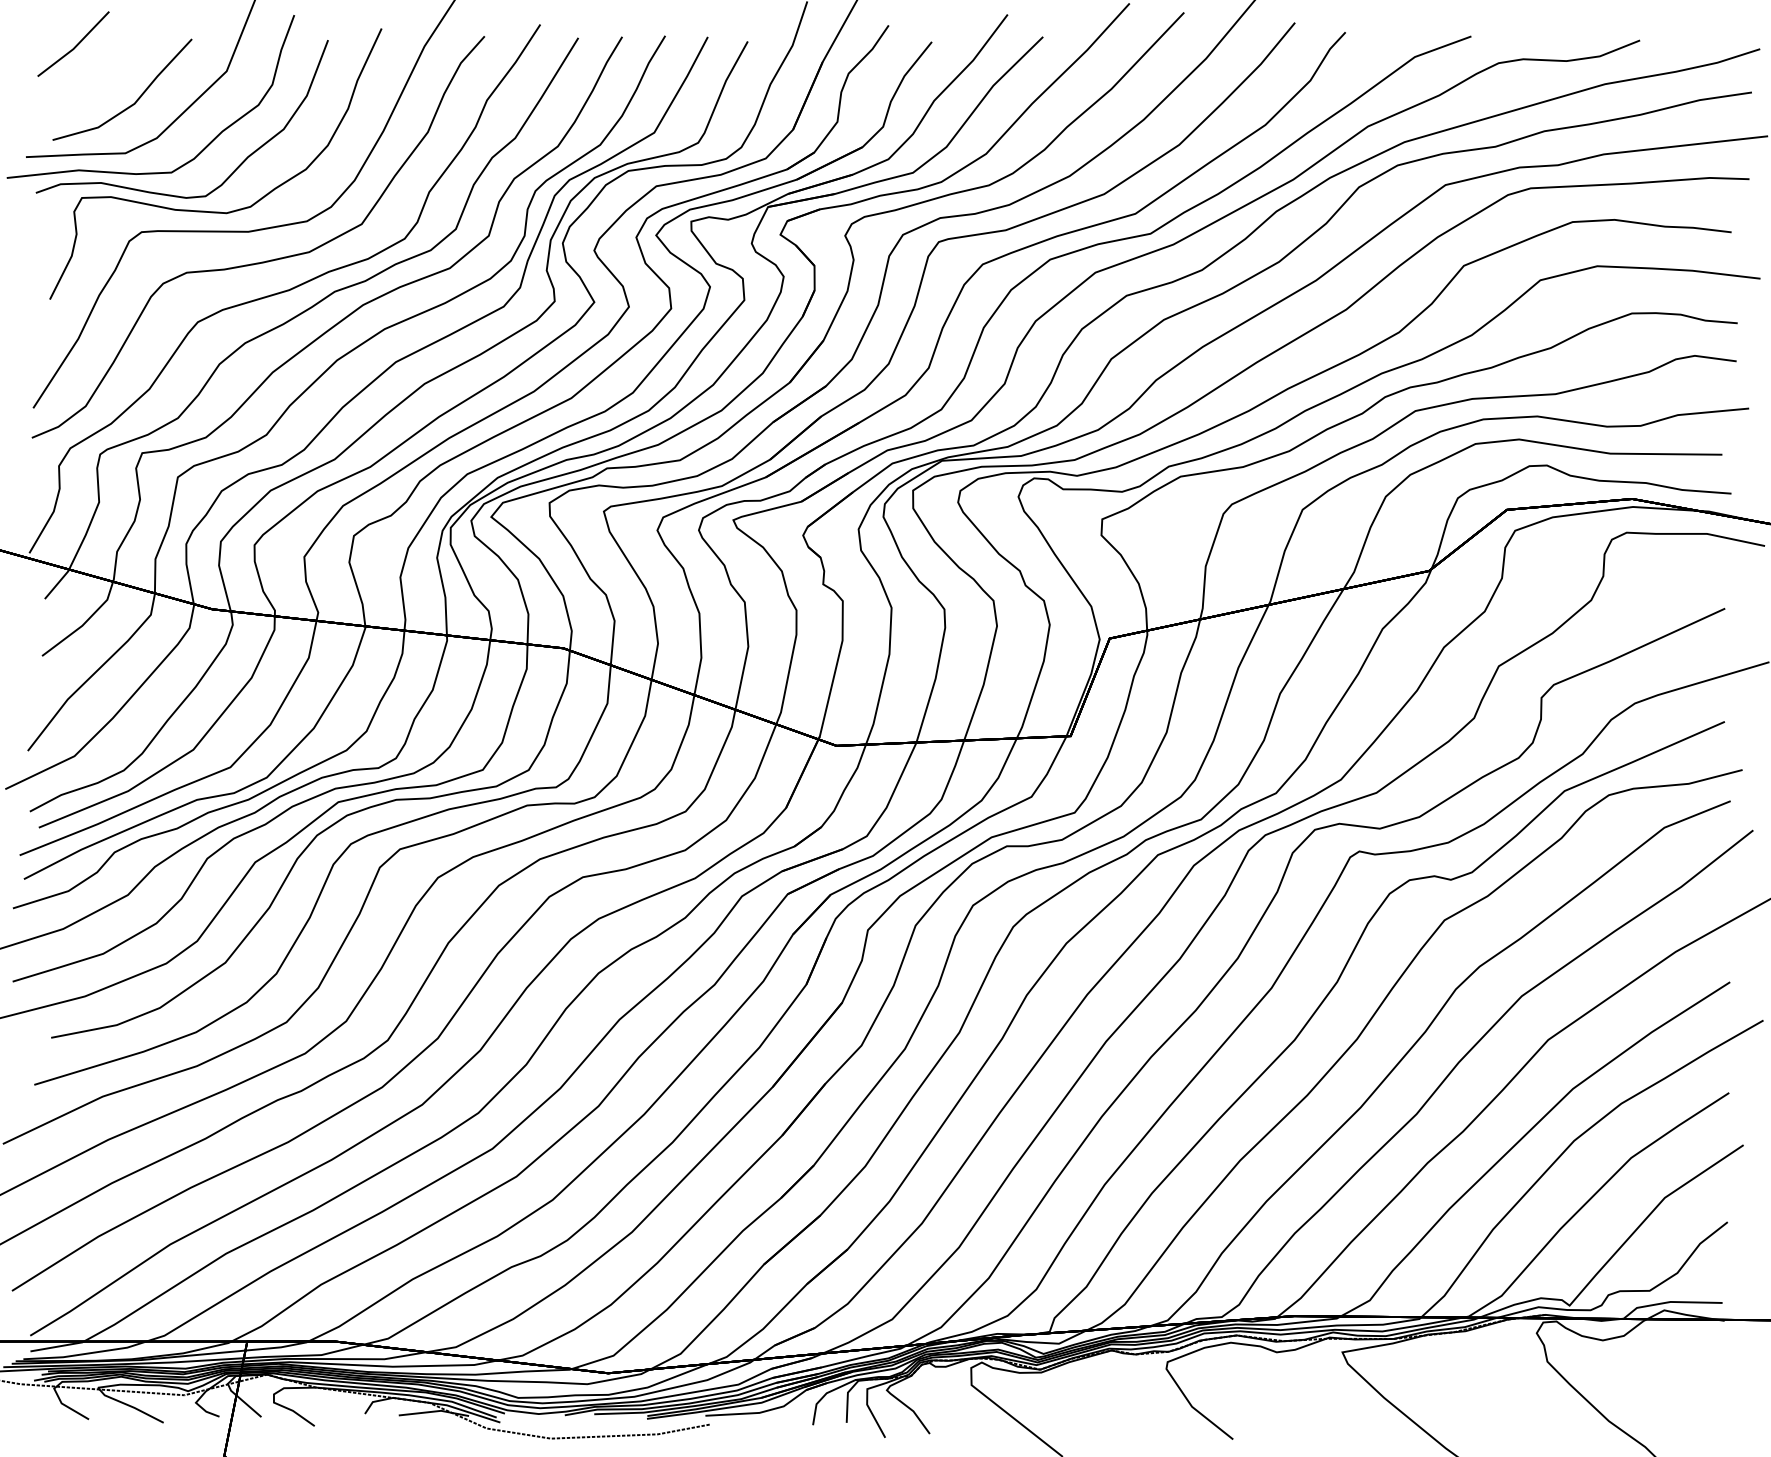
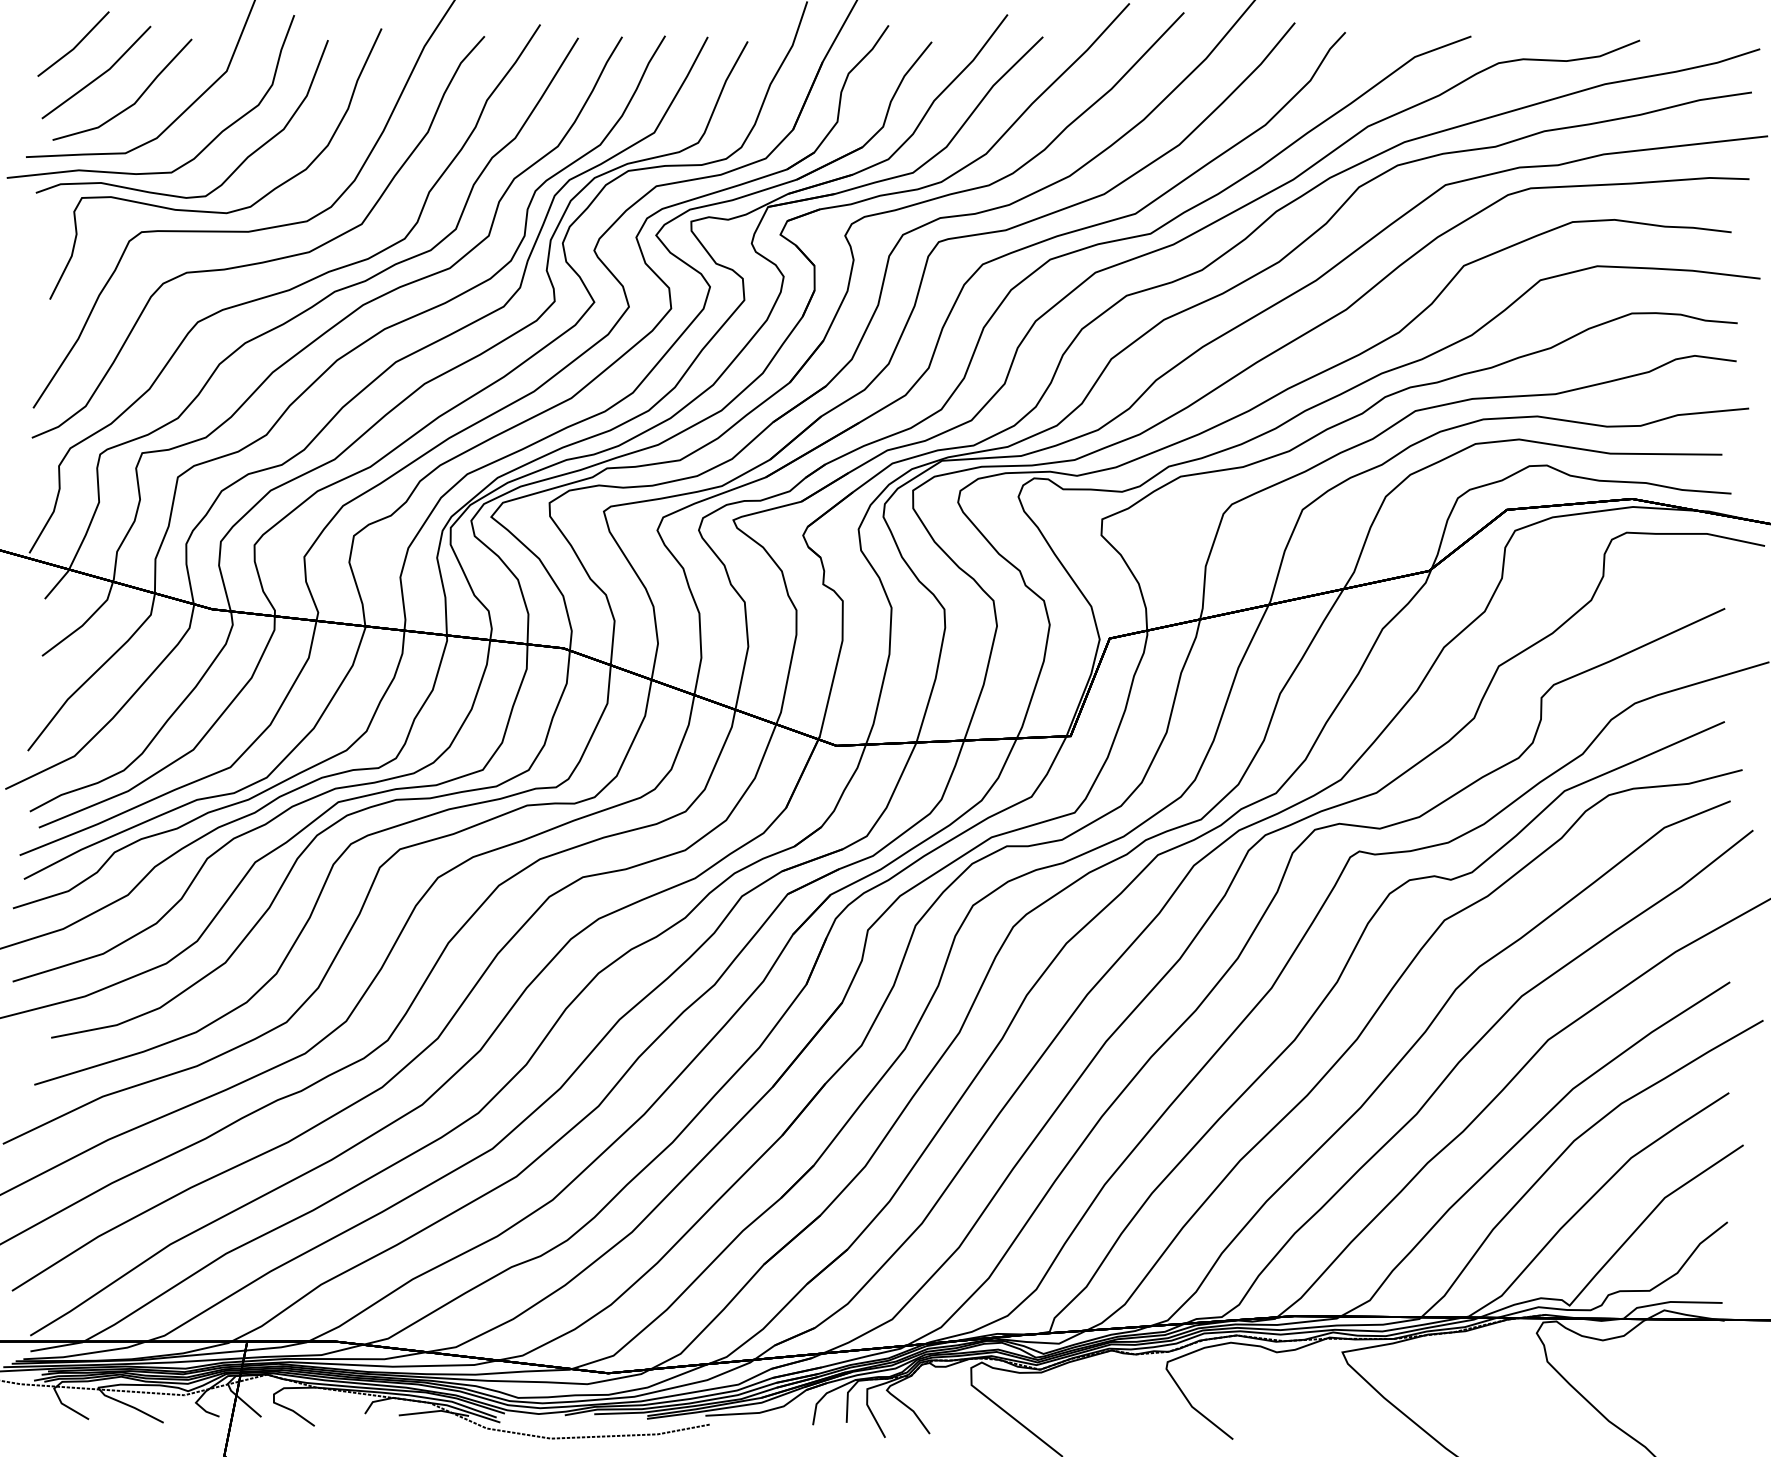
line at (97, 76): none -> present
